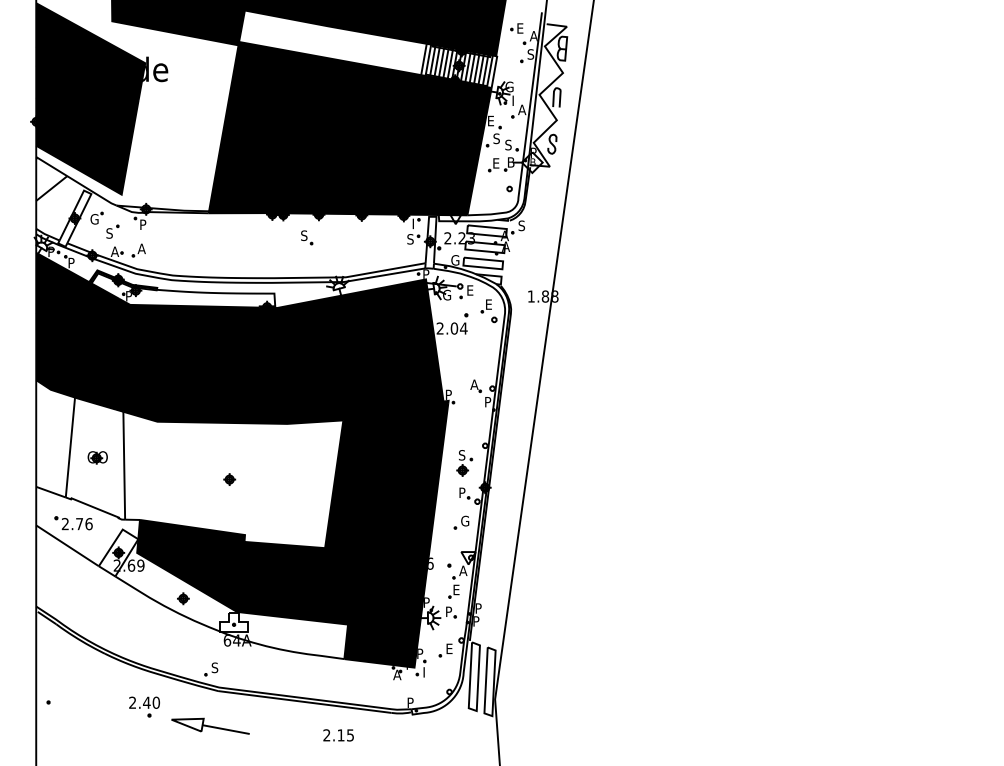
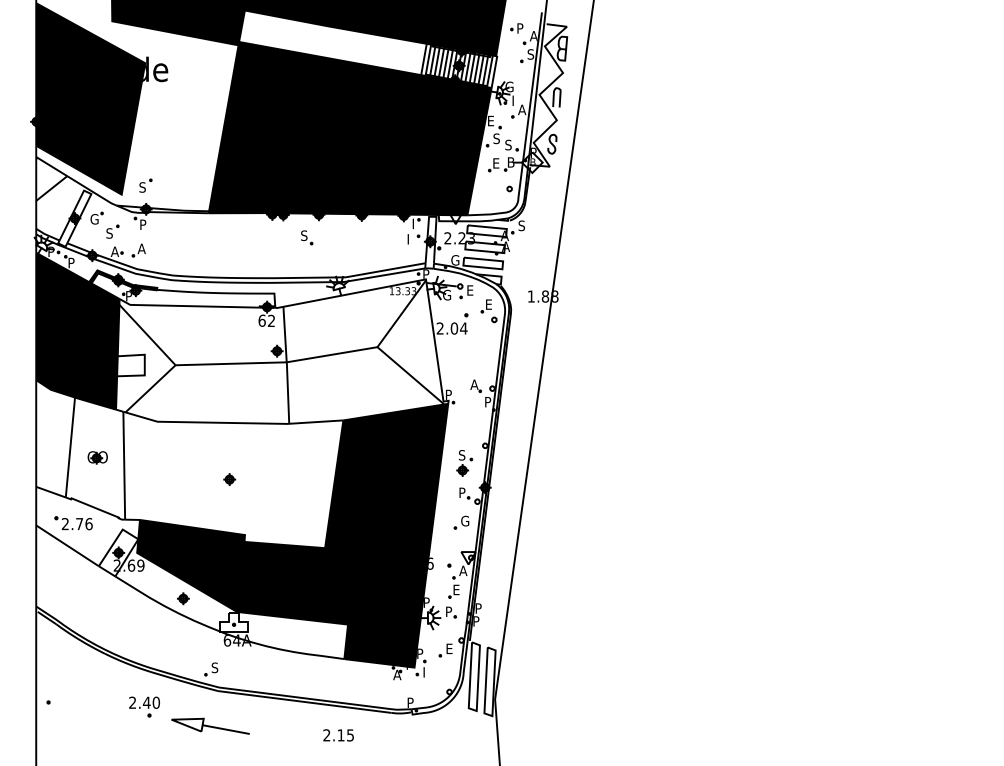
text at (520, 28): E -> P
part at (145, 185): none -> present
text at (410, 239): S -> I
fill at (282, 351): present -> none
